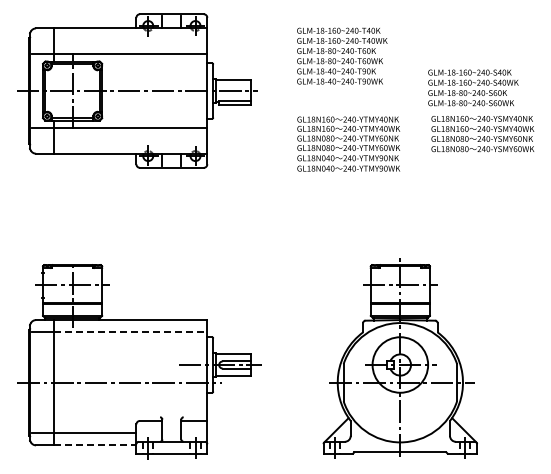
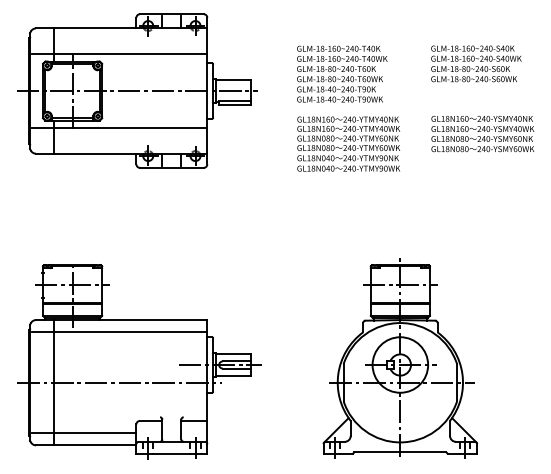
text at (342, 55) position: (342, 55) -> (342, 73)
text at (473, 87) position: (473, 87) -> (476, 63)
line at (130, 332): dashed -> solid
line at (95, 445): dashed -> solid
